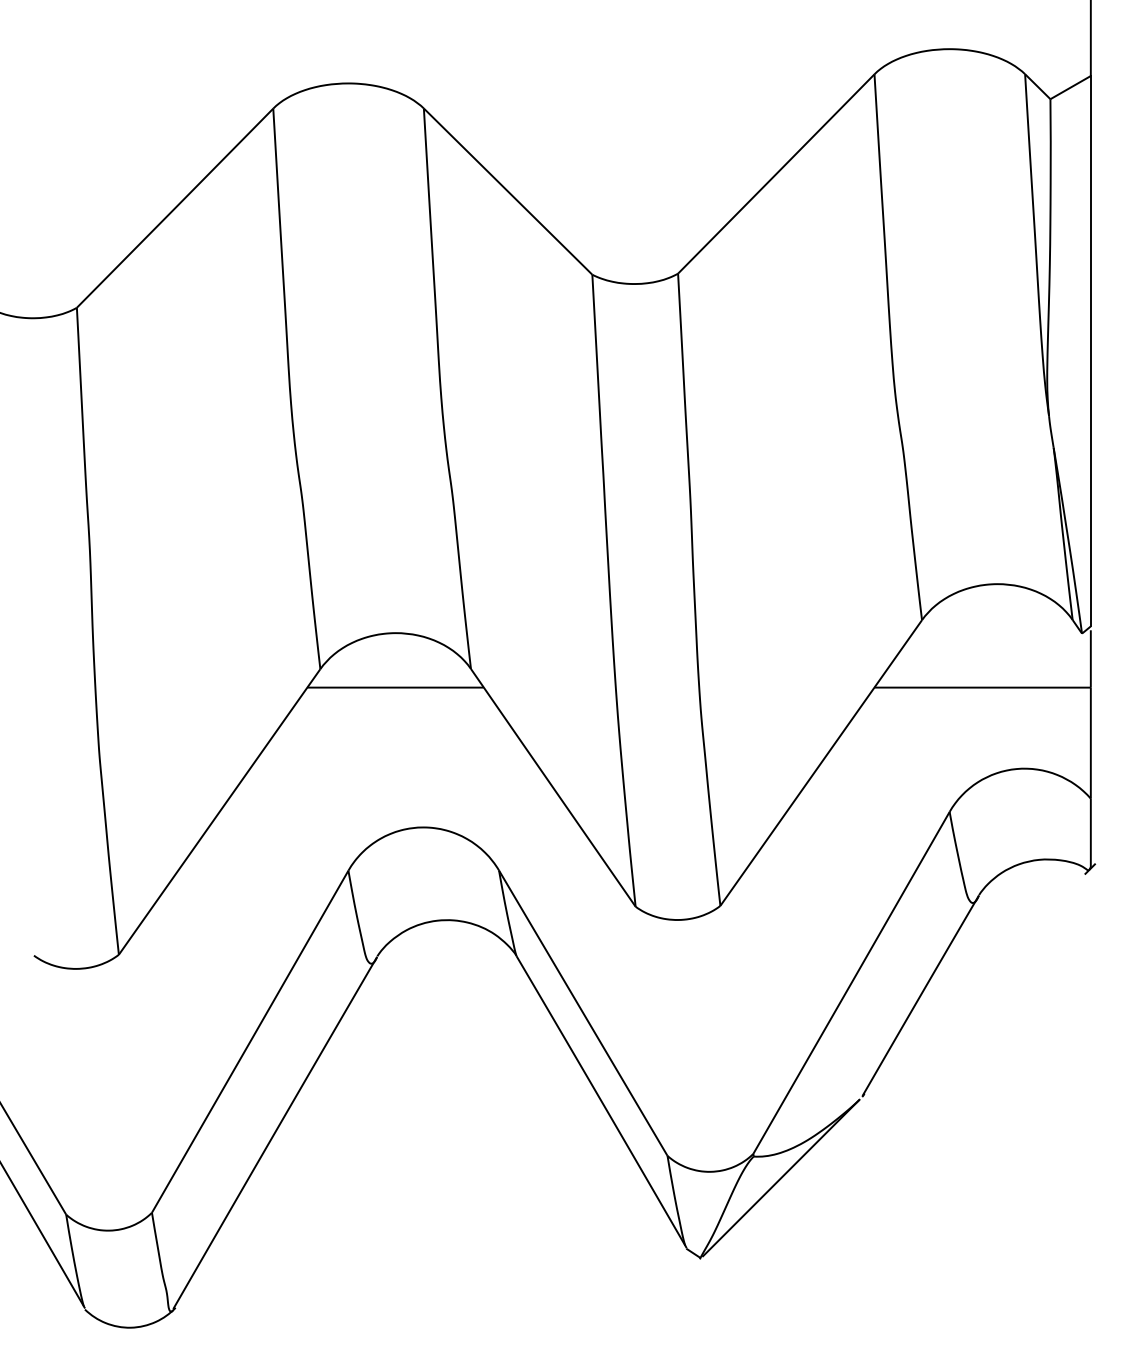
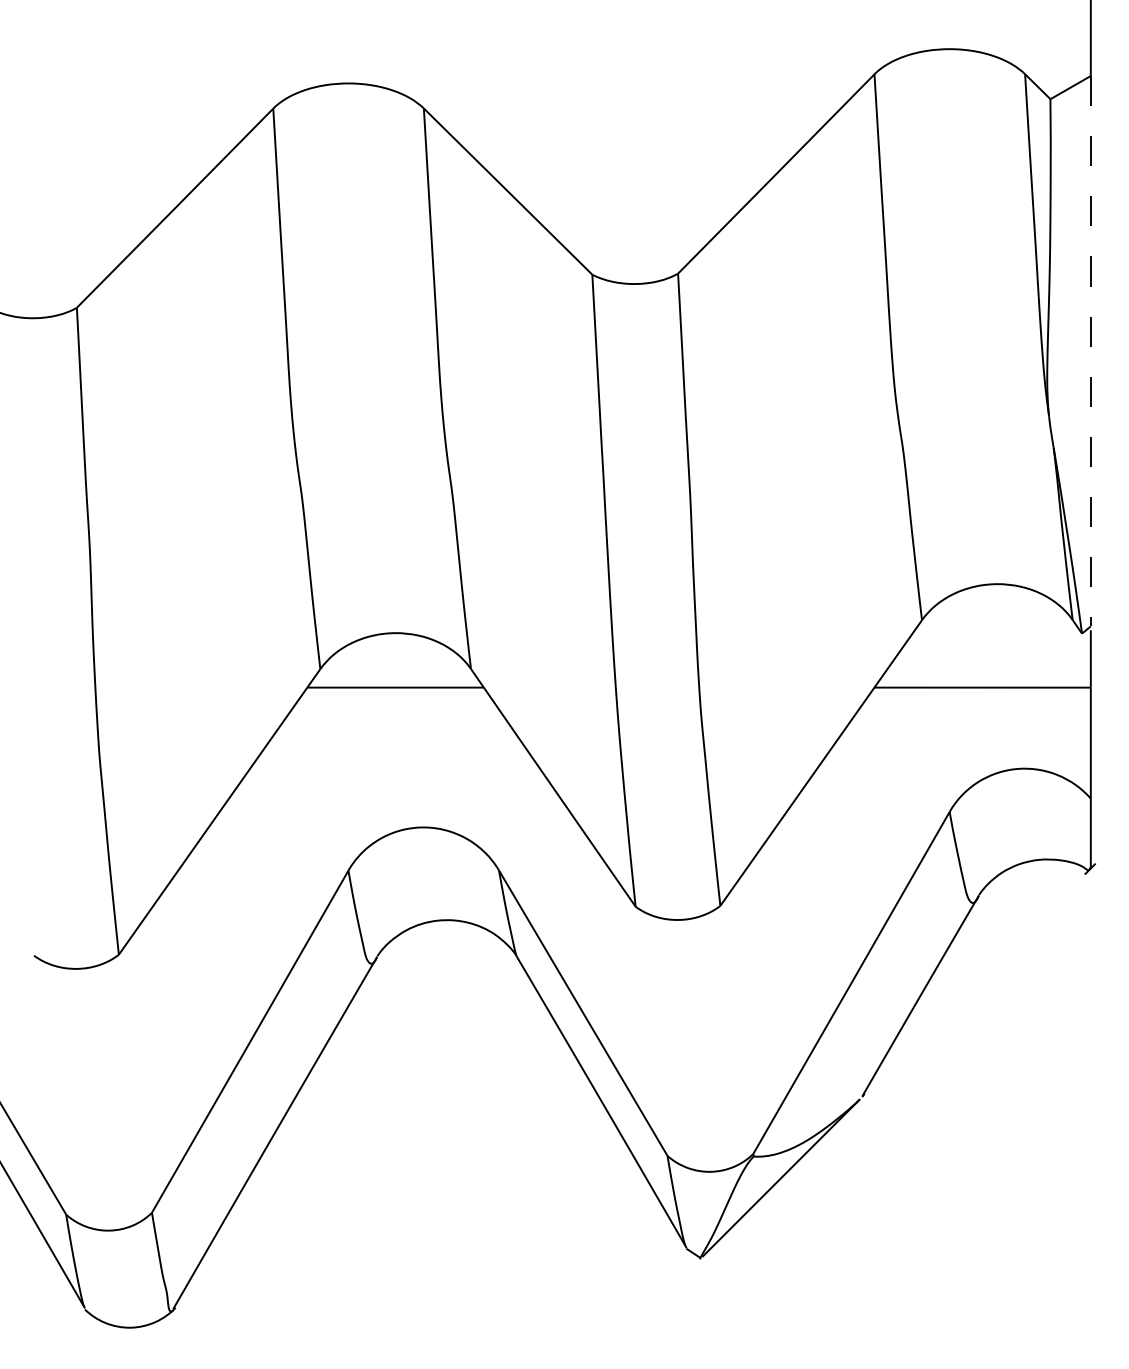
line at (1090, 351): solid -> dashed
